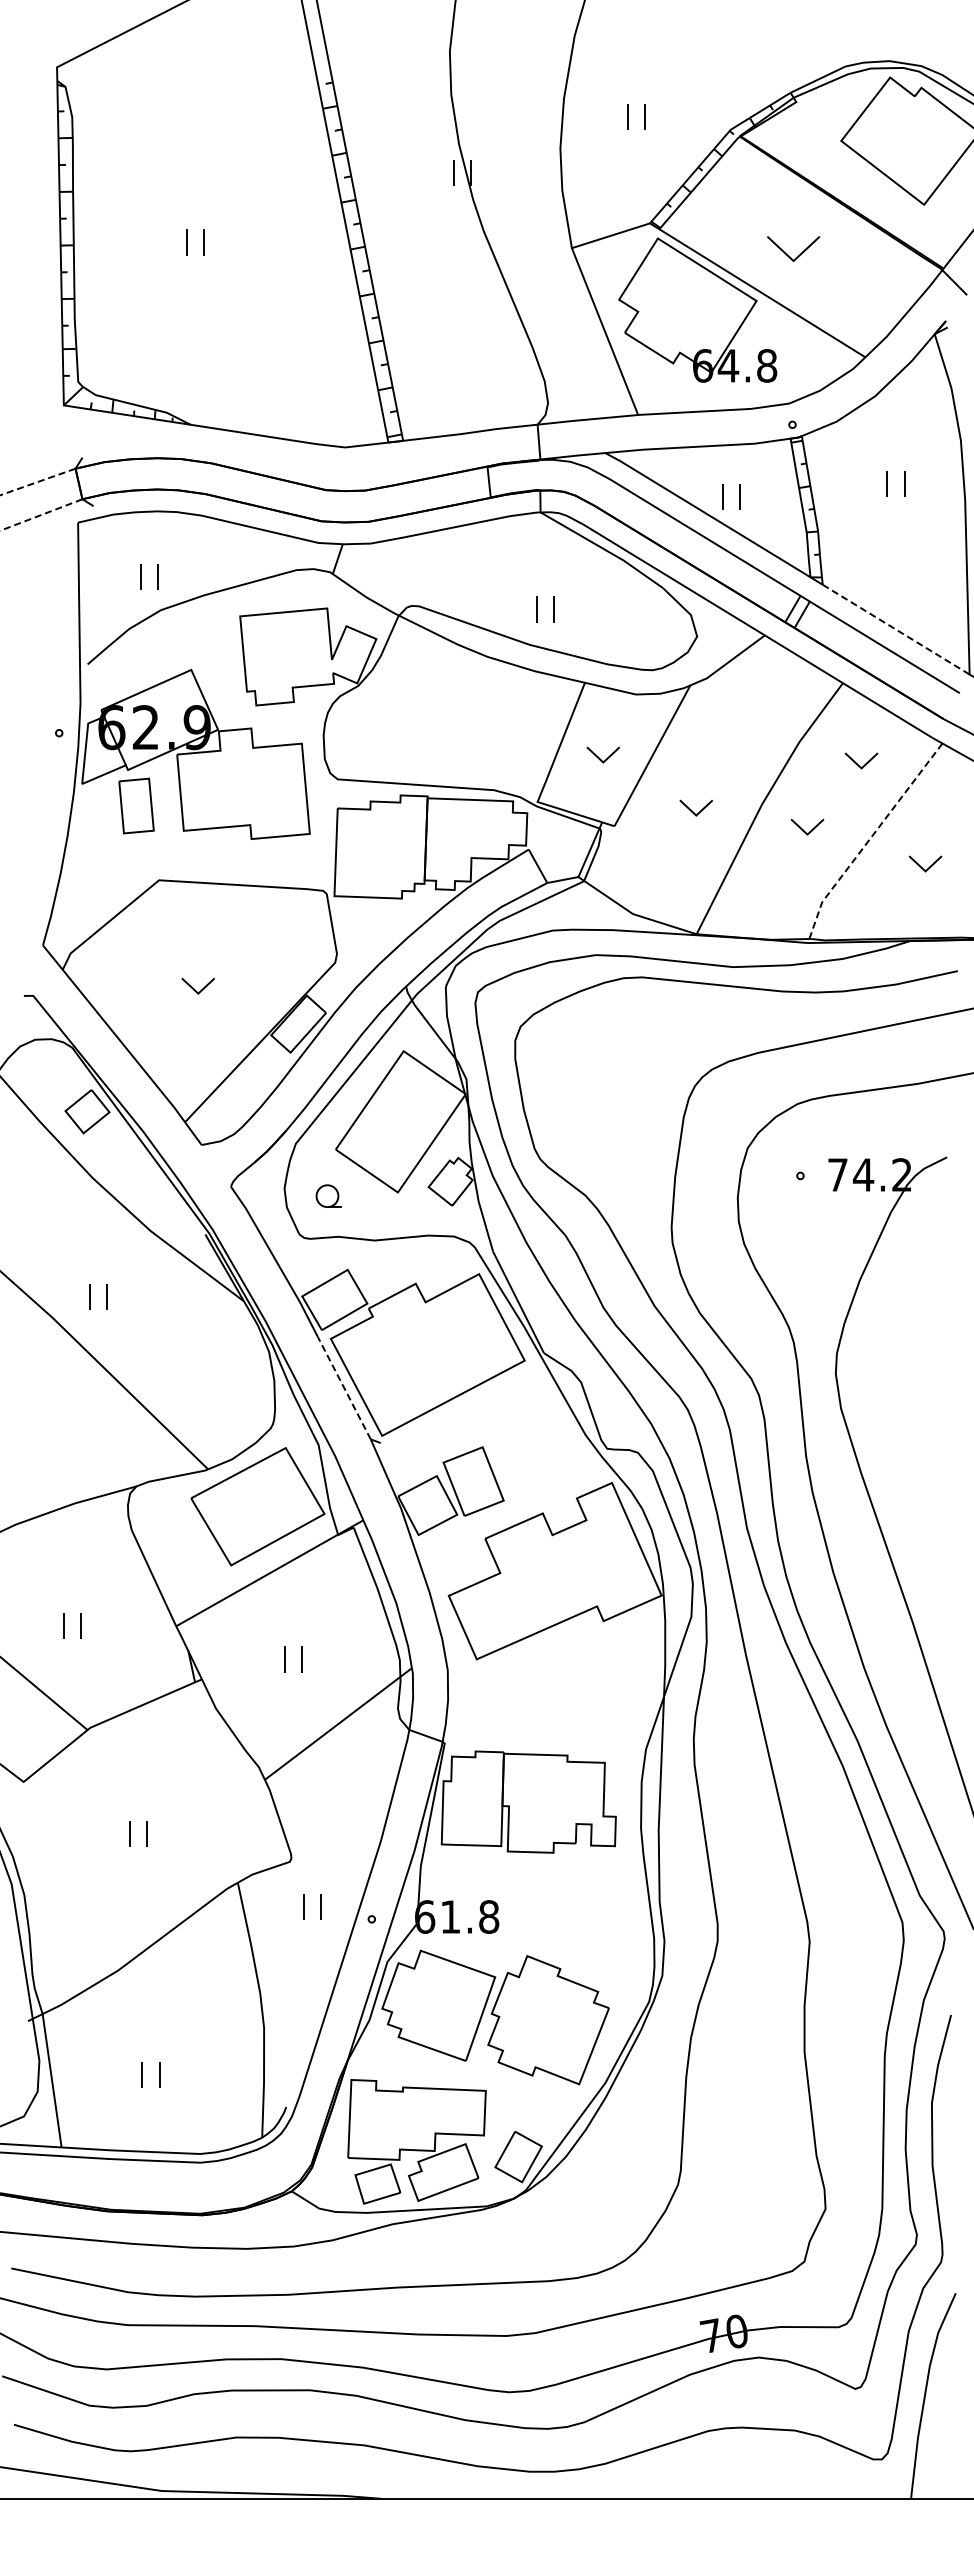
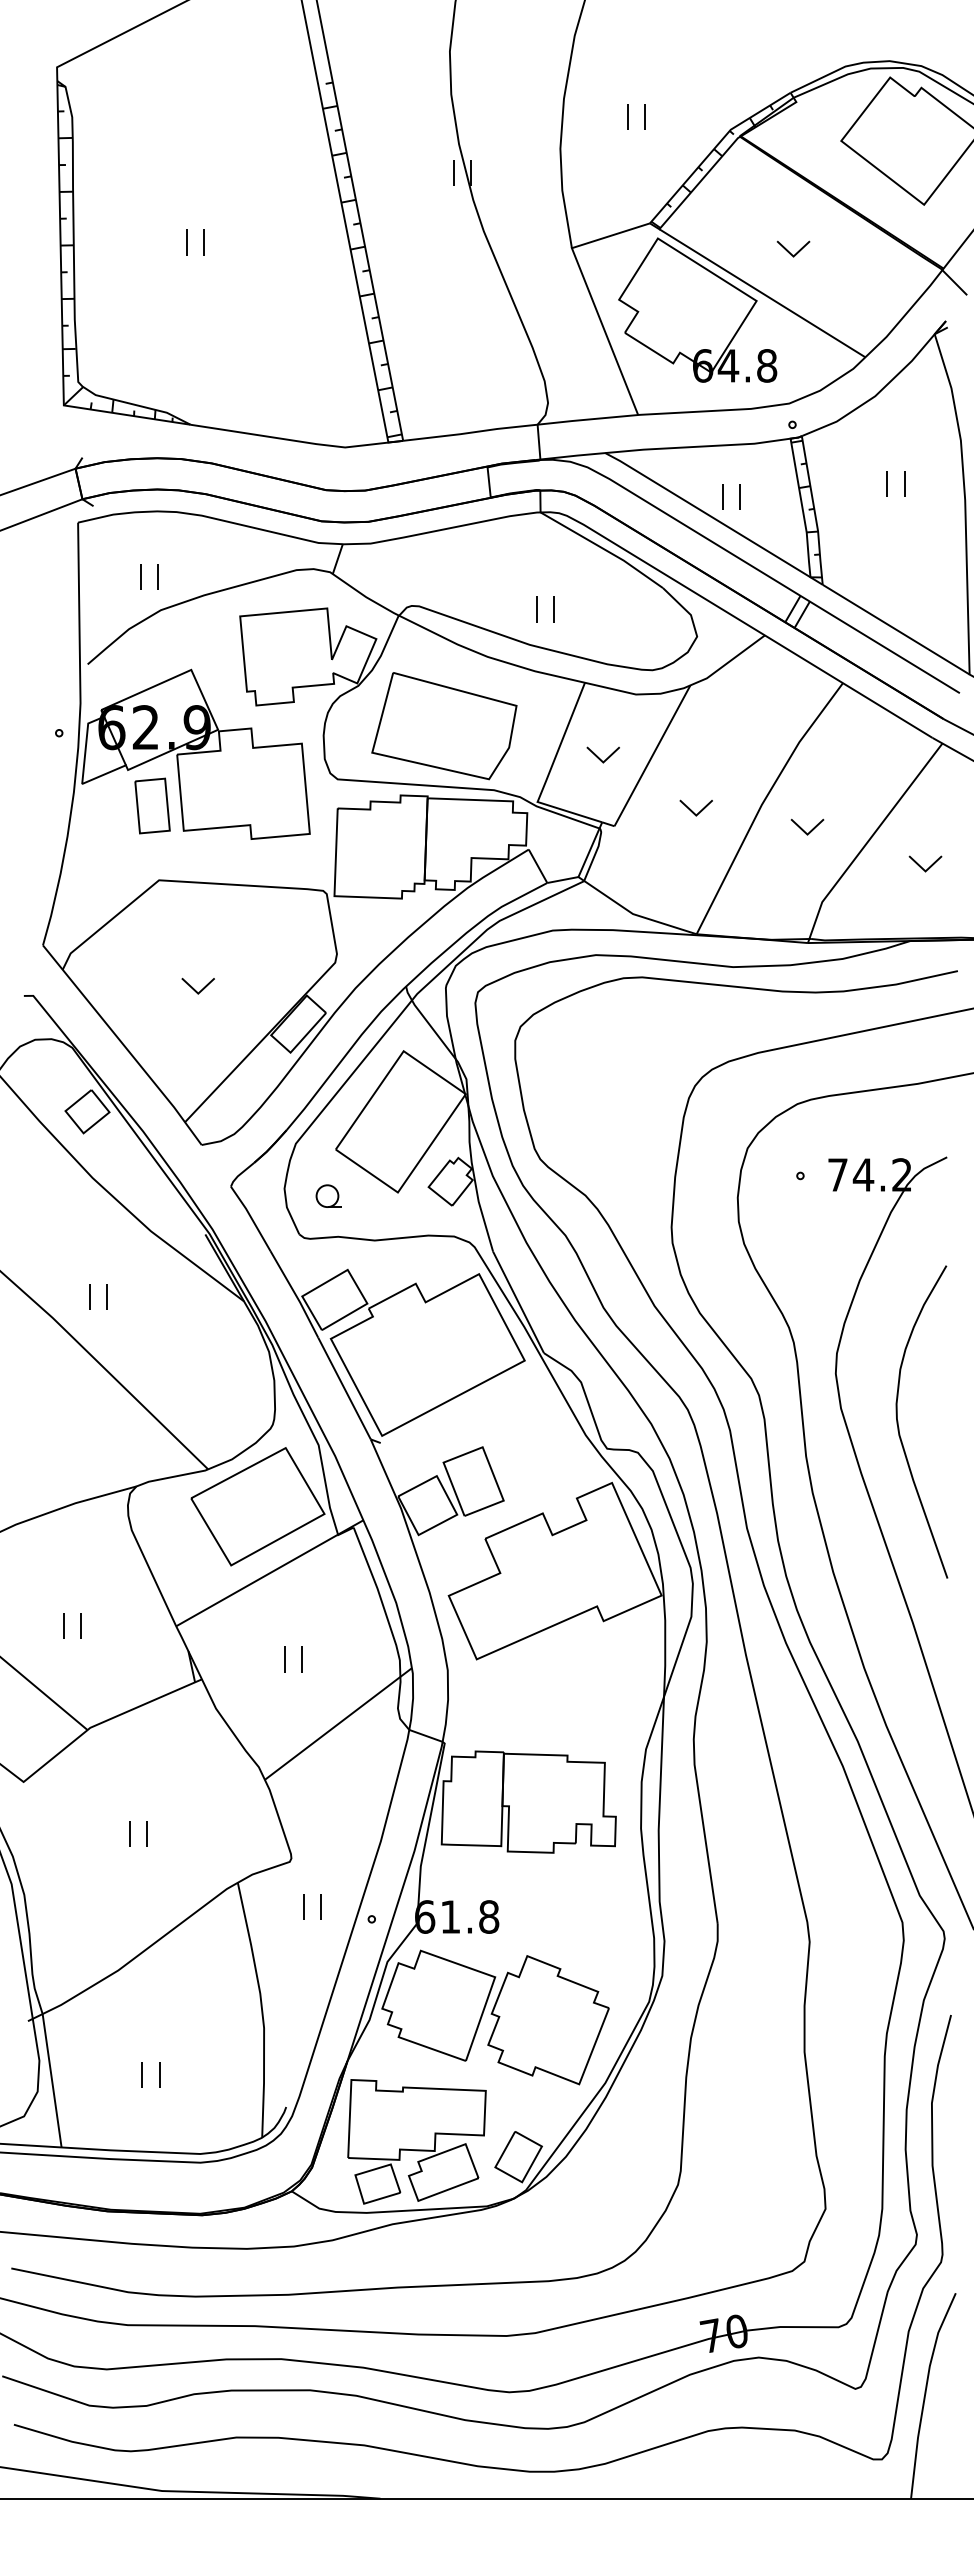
part at (793, 249) size: 54x27 px -> 35x18 px
line at (38, 481): dashed -> solid
line at (40, 515): dashed -> solid
line at (896, 629): dashed -> solid
part at (444, 726): none -> present
part at (861, 760): present -> none
part at (136, 805) position: (136, 805) -> (152, 805)
line at (868, 841): dashed -> solid
line at (344, 1388): dashed -> solid
curve at (899, 1427): none -> present
